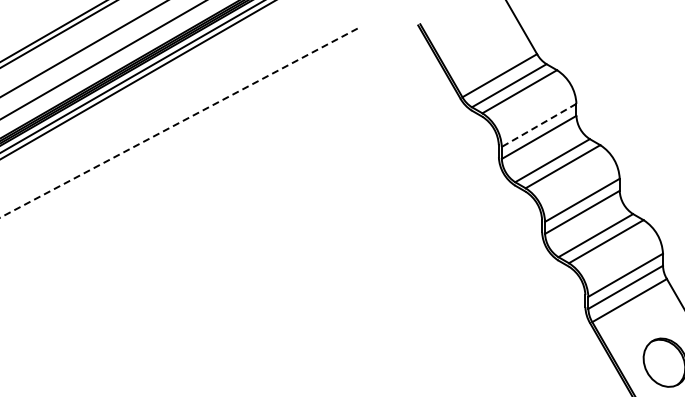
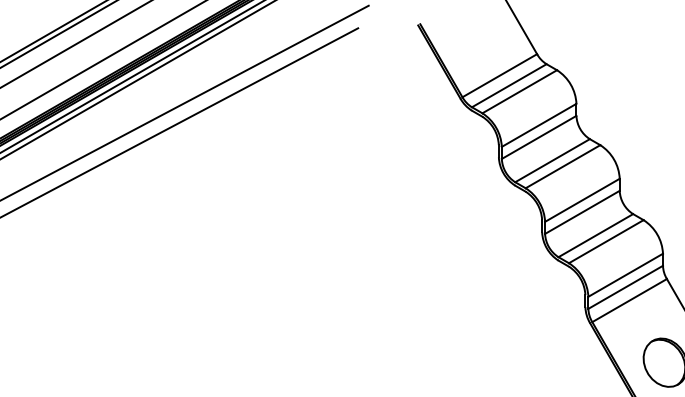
line at (83, 49) position: (83, 49) -> (75, 44)
line at (185, 102): none -> present
line at (179, 122): dashed -> solid
line at (538, 125): dashed -> solid
